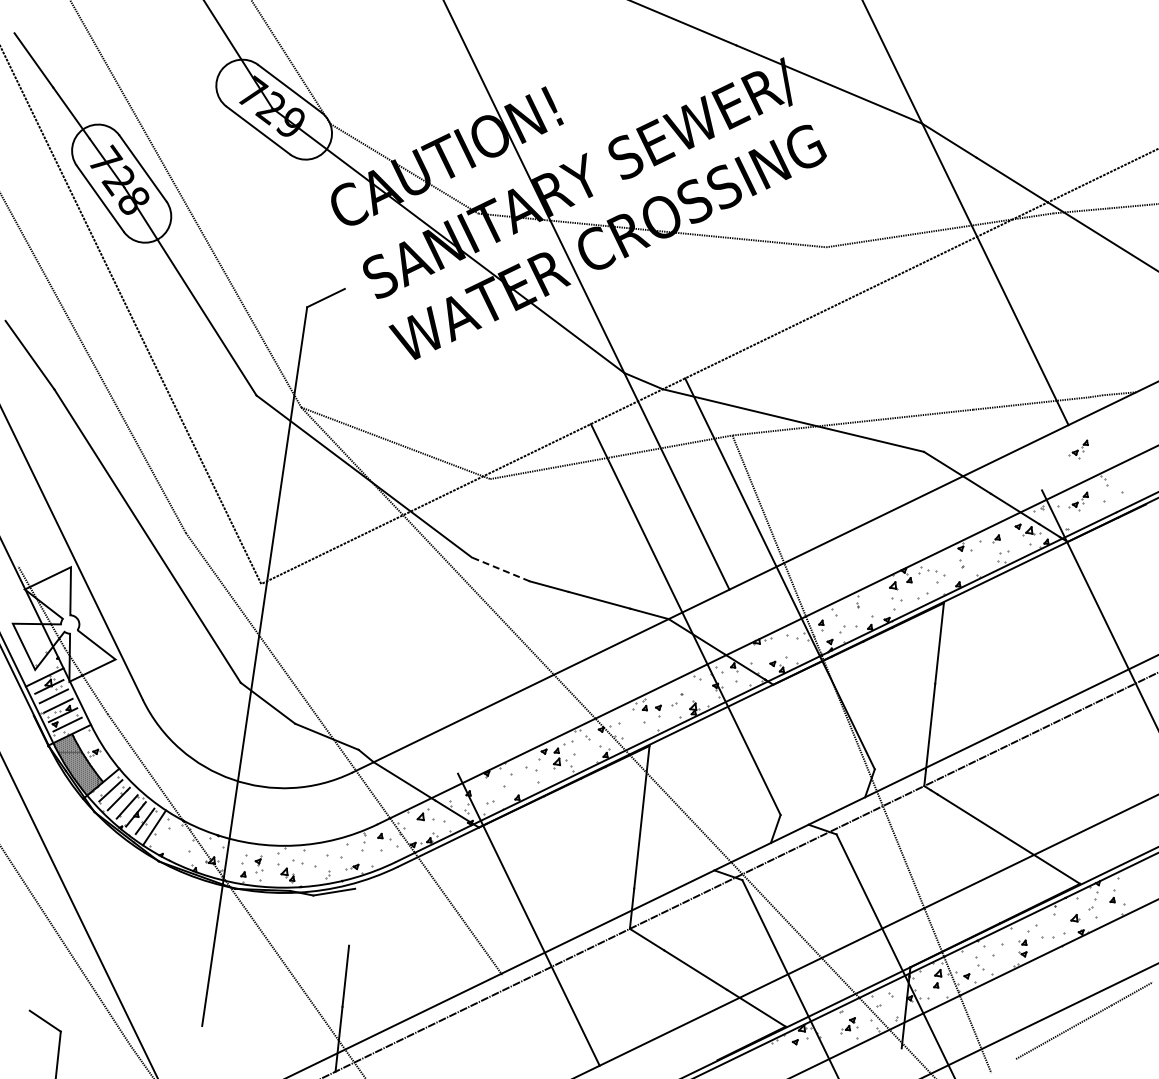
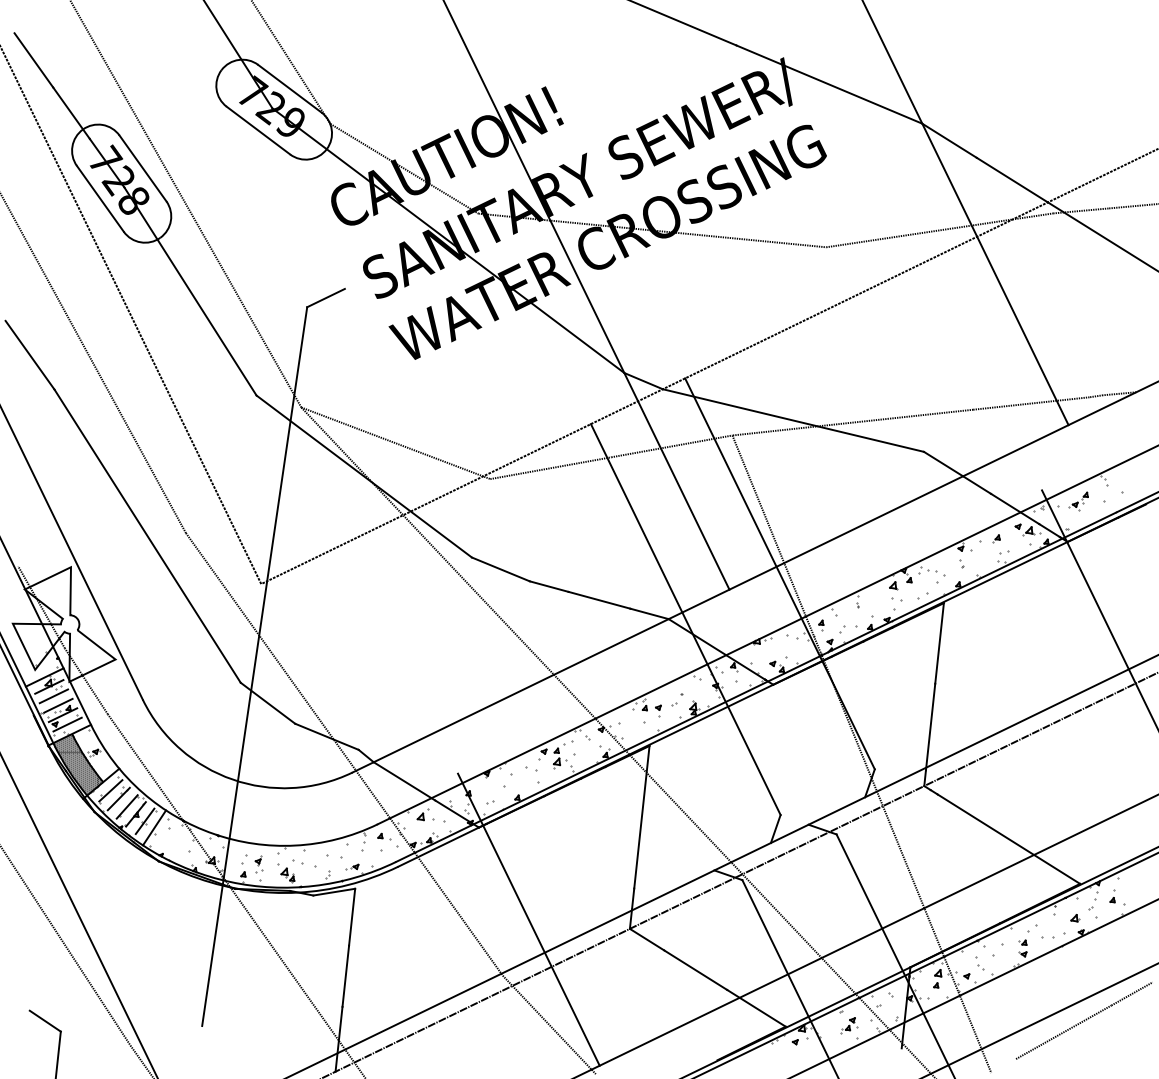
part at (1078, 449): present -> none
line at (500, 569): dashed -> solid
line at (352, 916): none -> present
line at (548, 1024): none -> present
